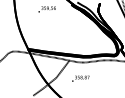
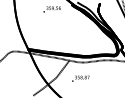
text at (46, 9) position: (46, 9) -> (51, 9)
